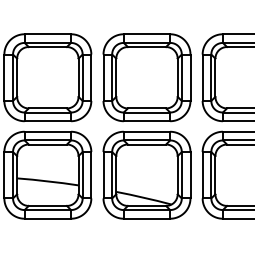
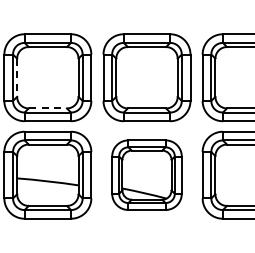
line at (17, 78): solid -> dashed
line at (48, 108): solid -> dashed
part at (146, 174) size: 90x90 px -> 72x72 px
